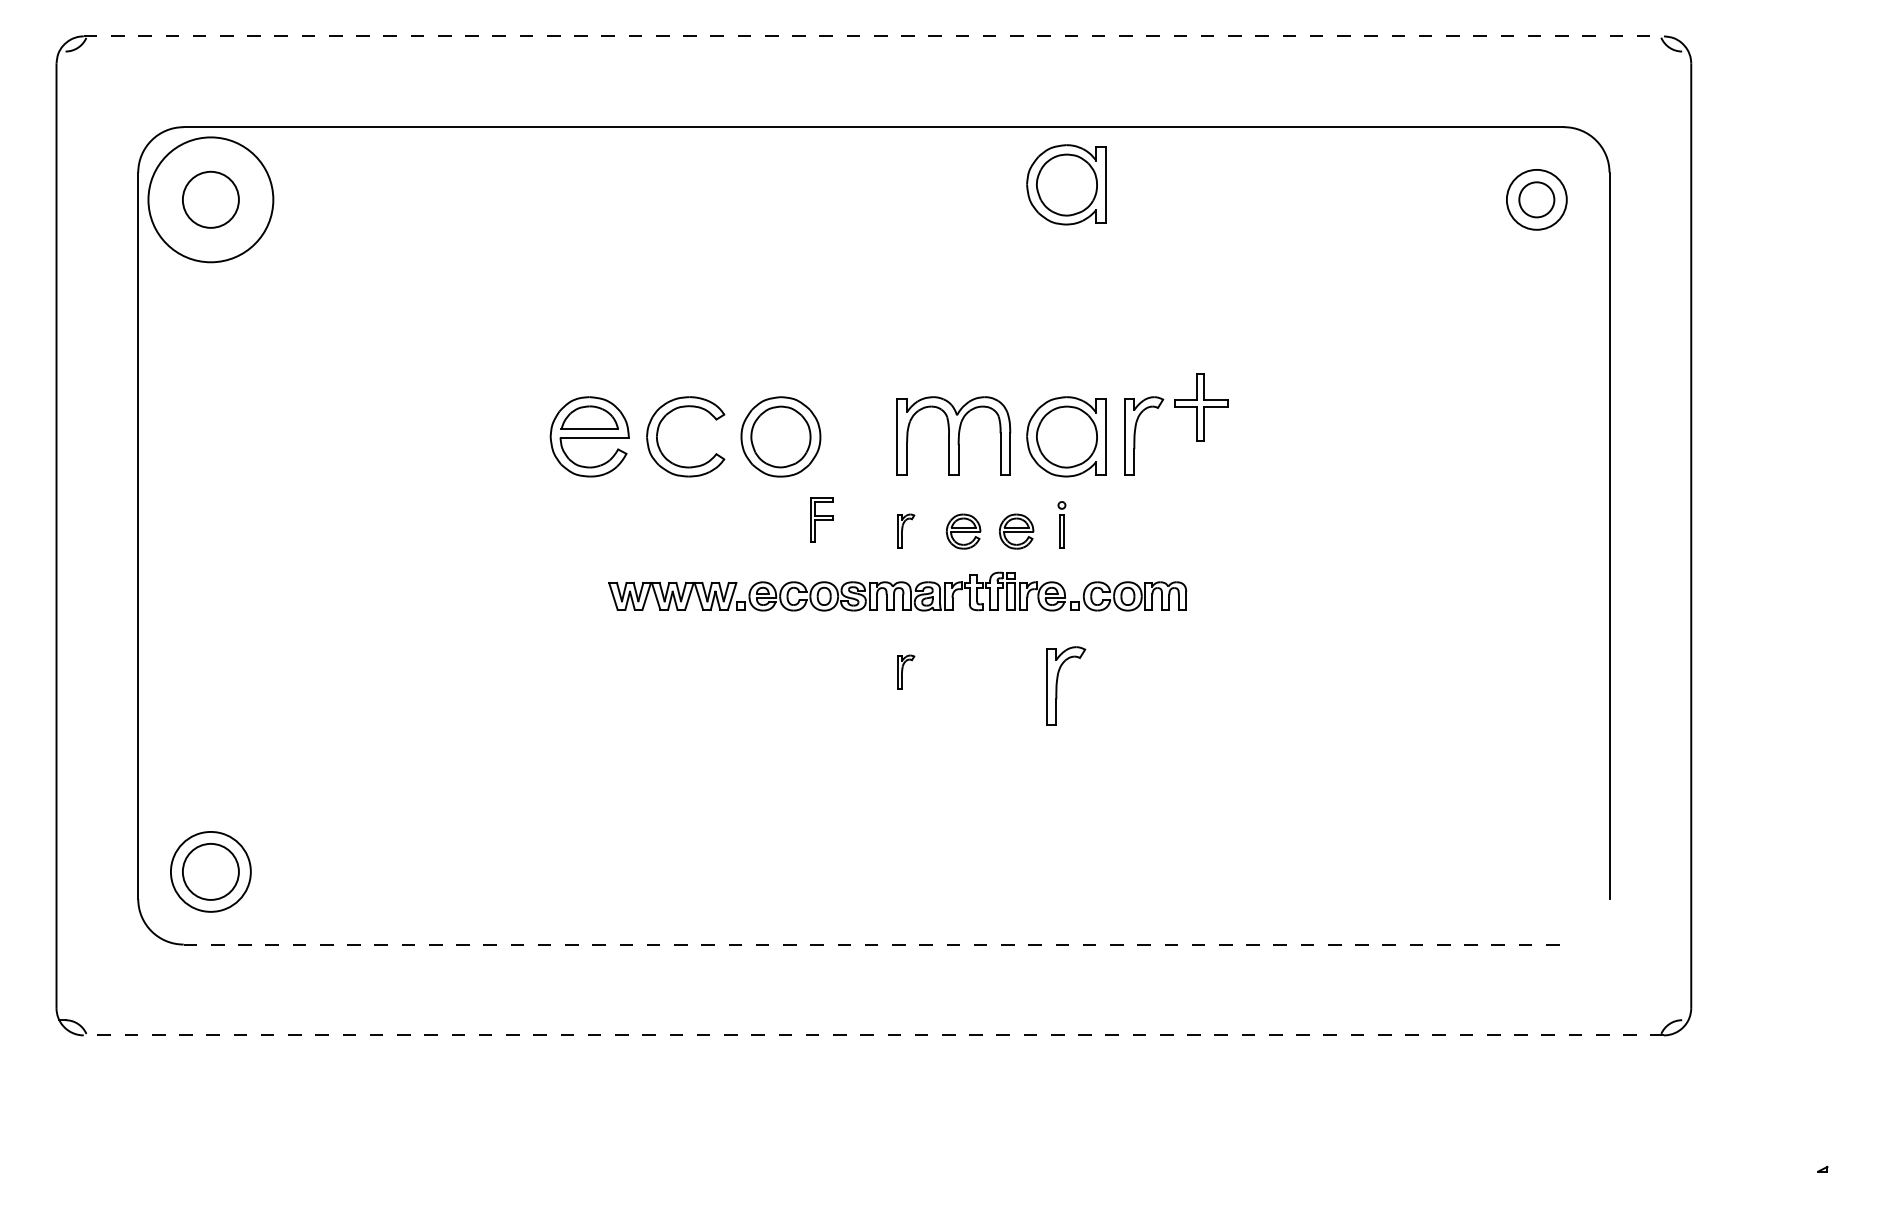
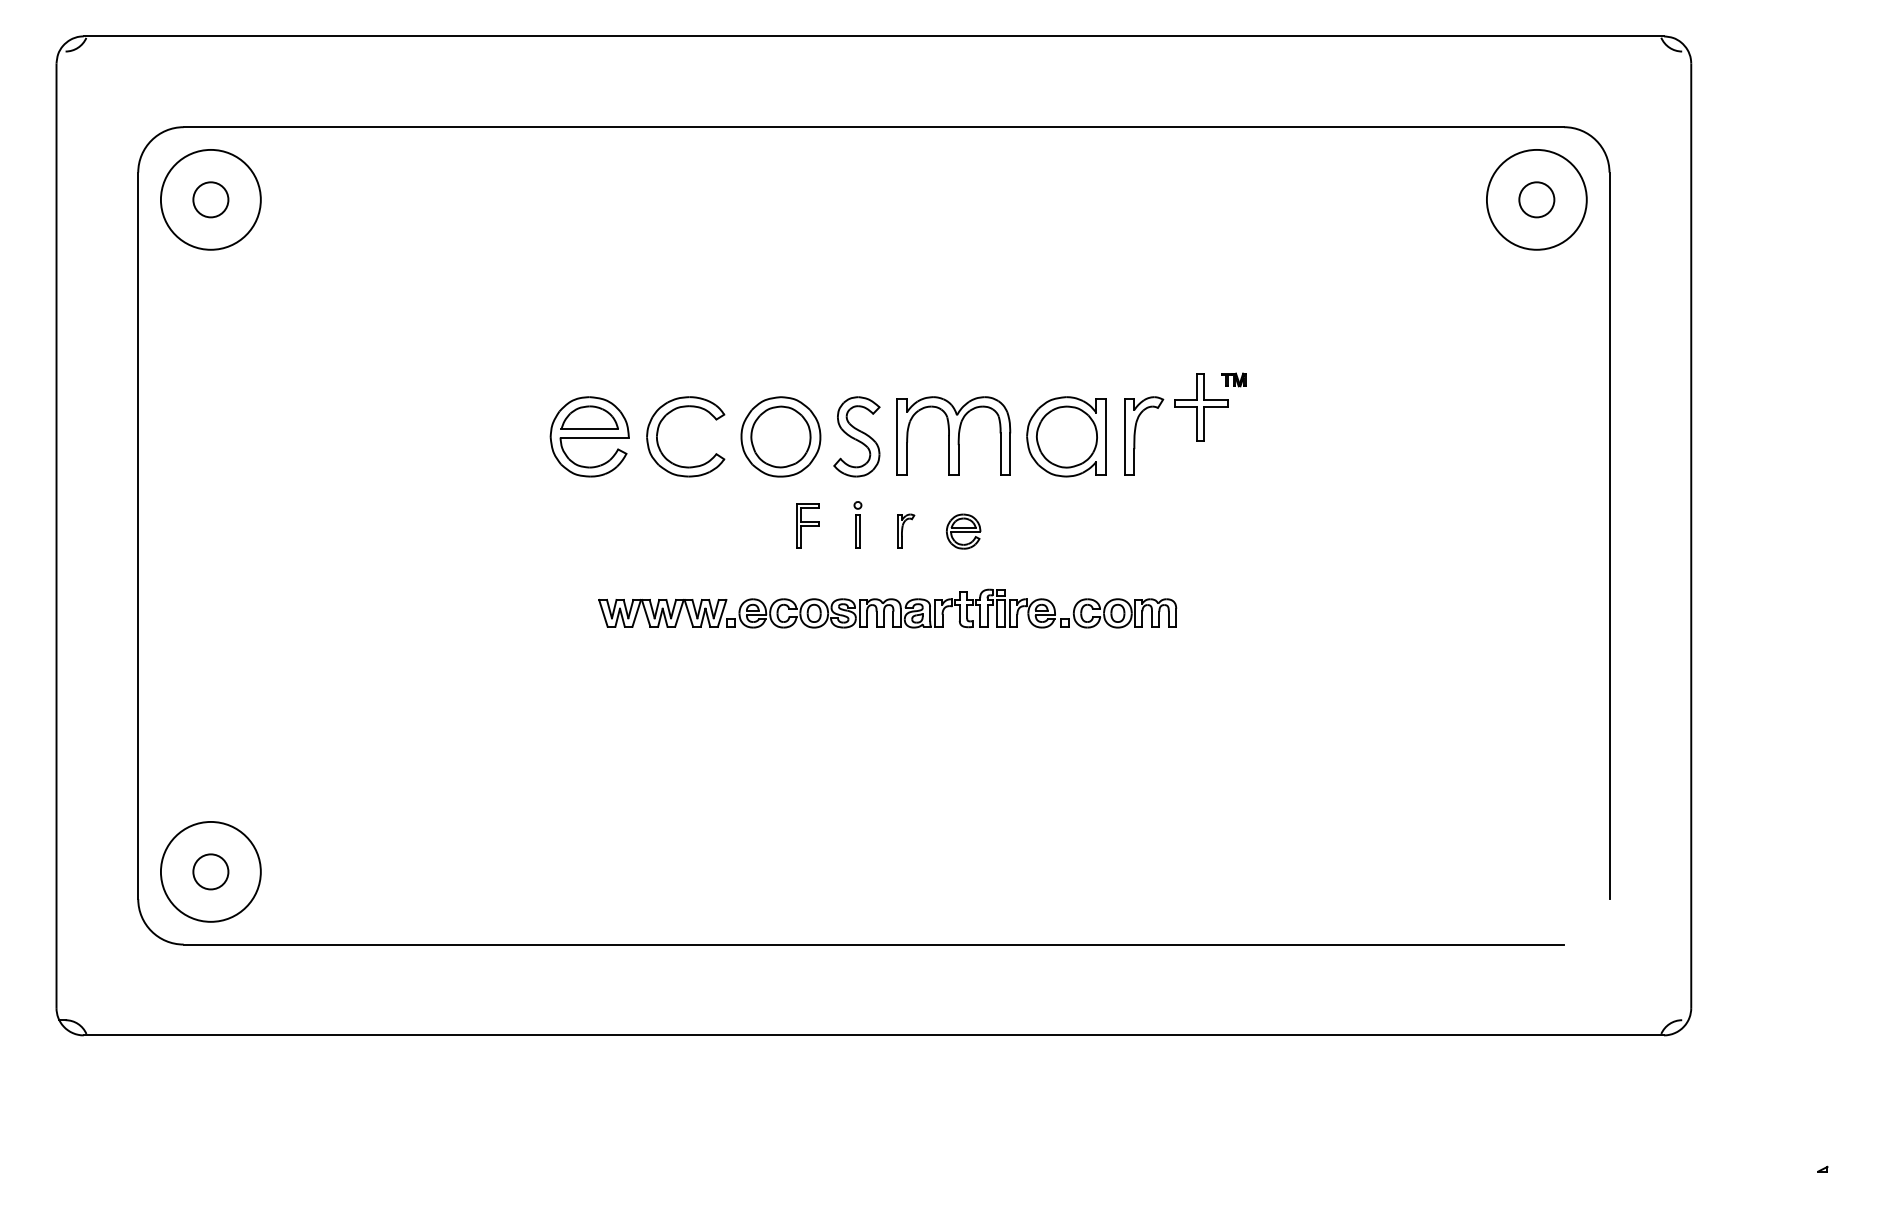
line at (874, 36): dashed -> solid
part at (1066, 184): present -> none
circle at (210, 199) diameter: 125 px -> 100 px
circle at (210, 199) diameter: 56 px -> 35 px
circle at (1536, 199) diameter: 60 px -> 100 px
part at (1233, 379): none -> present
part at (856, 436): none -> present
part at (821, 519) position: (821, 519) -> (807, 525)
part at (1061, 524) position: (1061, 524) -> (857, 524)
part at (1016, 531): present -> none
part at (897, 591) position: (897, 591) -> (887, 608)
part at (906, 671): present -> none
part at (1057, 685): present -> none
circle at (210, 871) diameter: 56 px -> 35 px
circle at (210, 871) diameter: 80 px -> 100 px
line at (874, 944): dashed -> solid
line at (873, 1035): dashed -> solid
